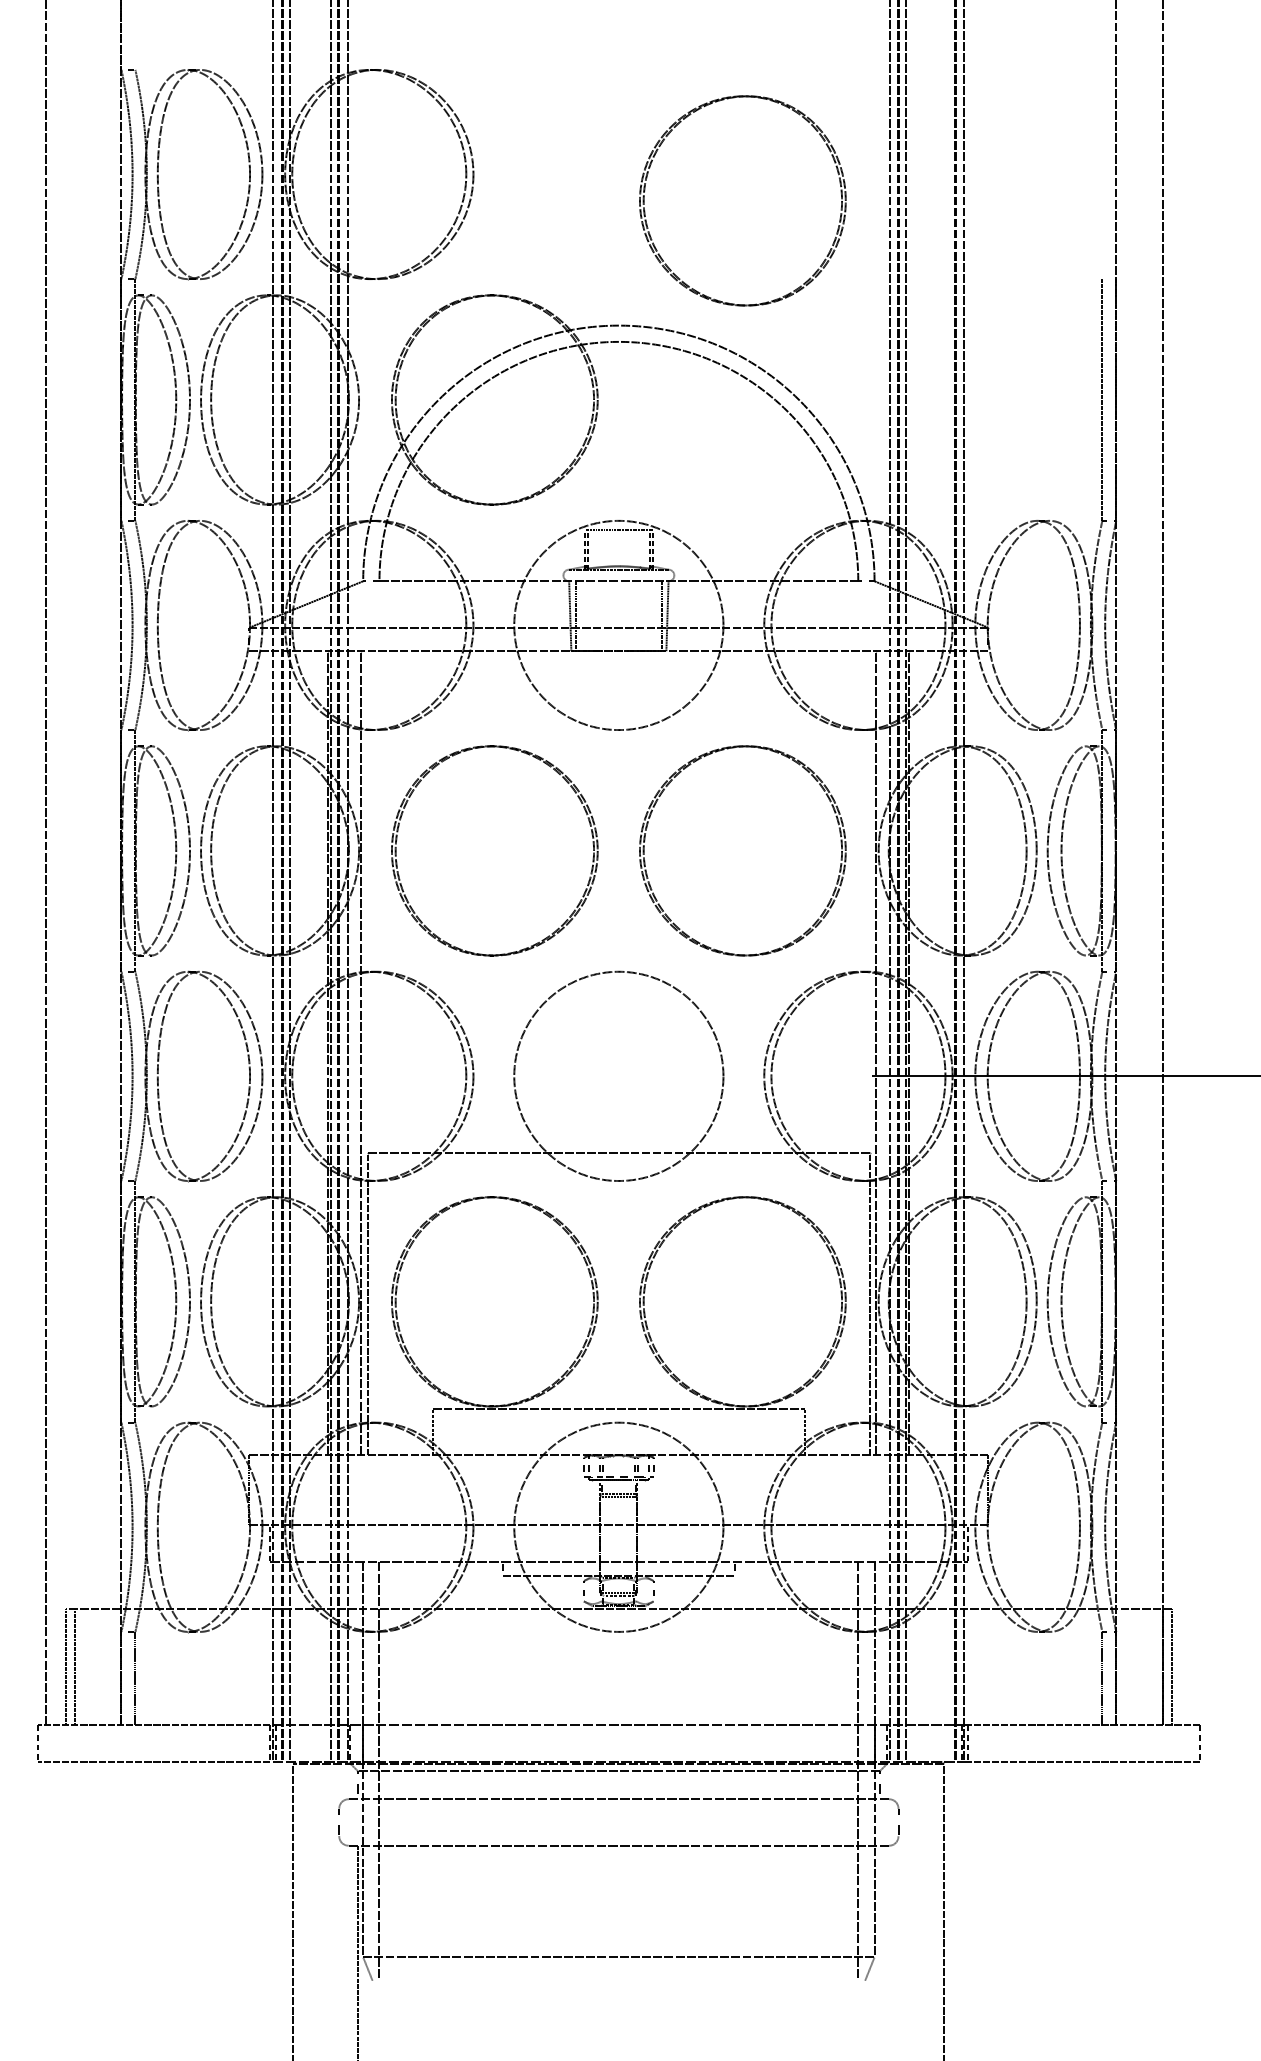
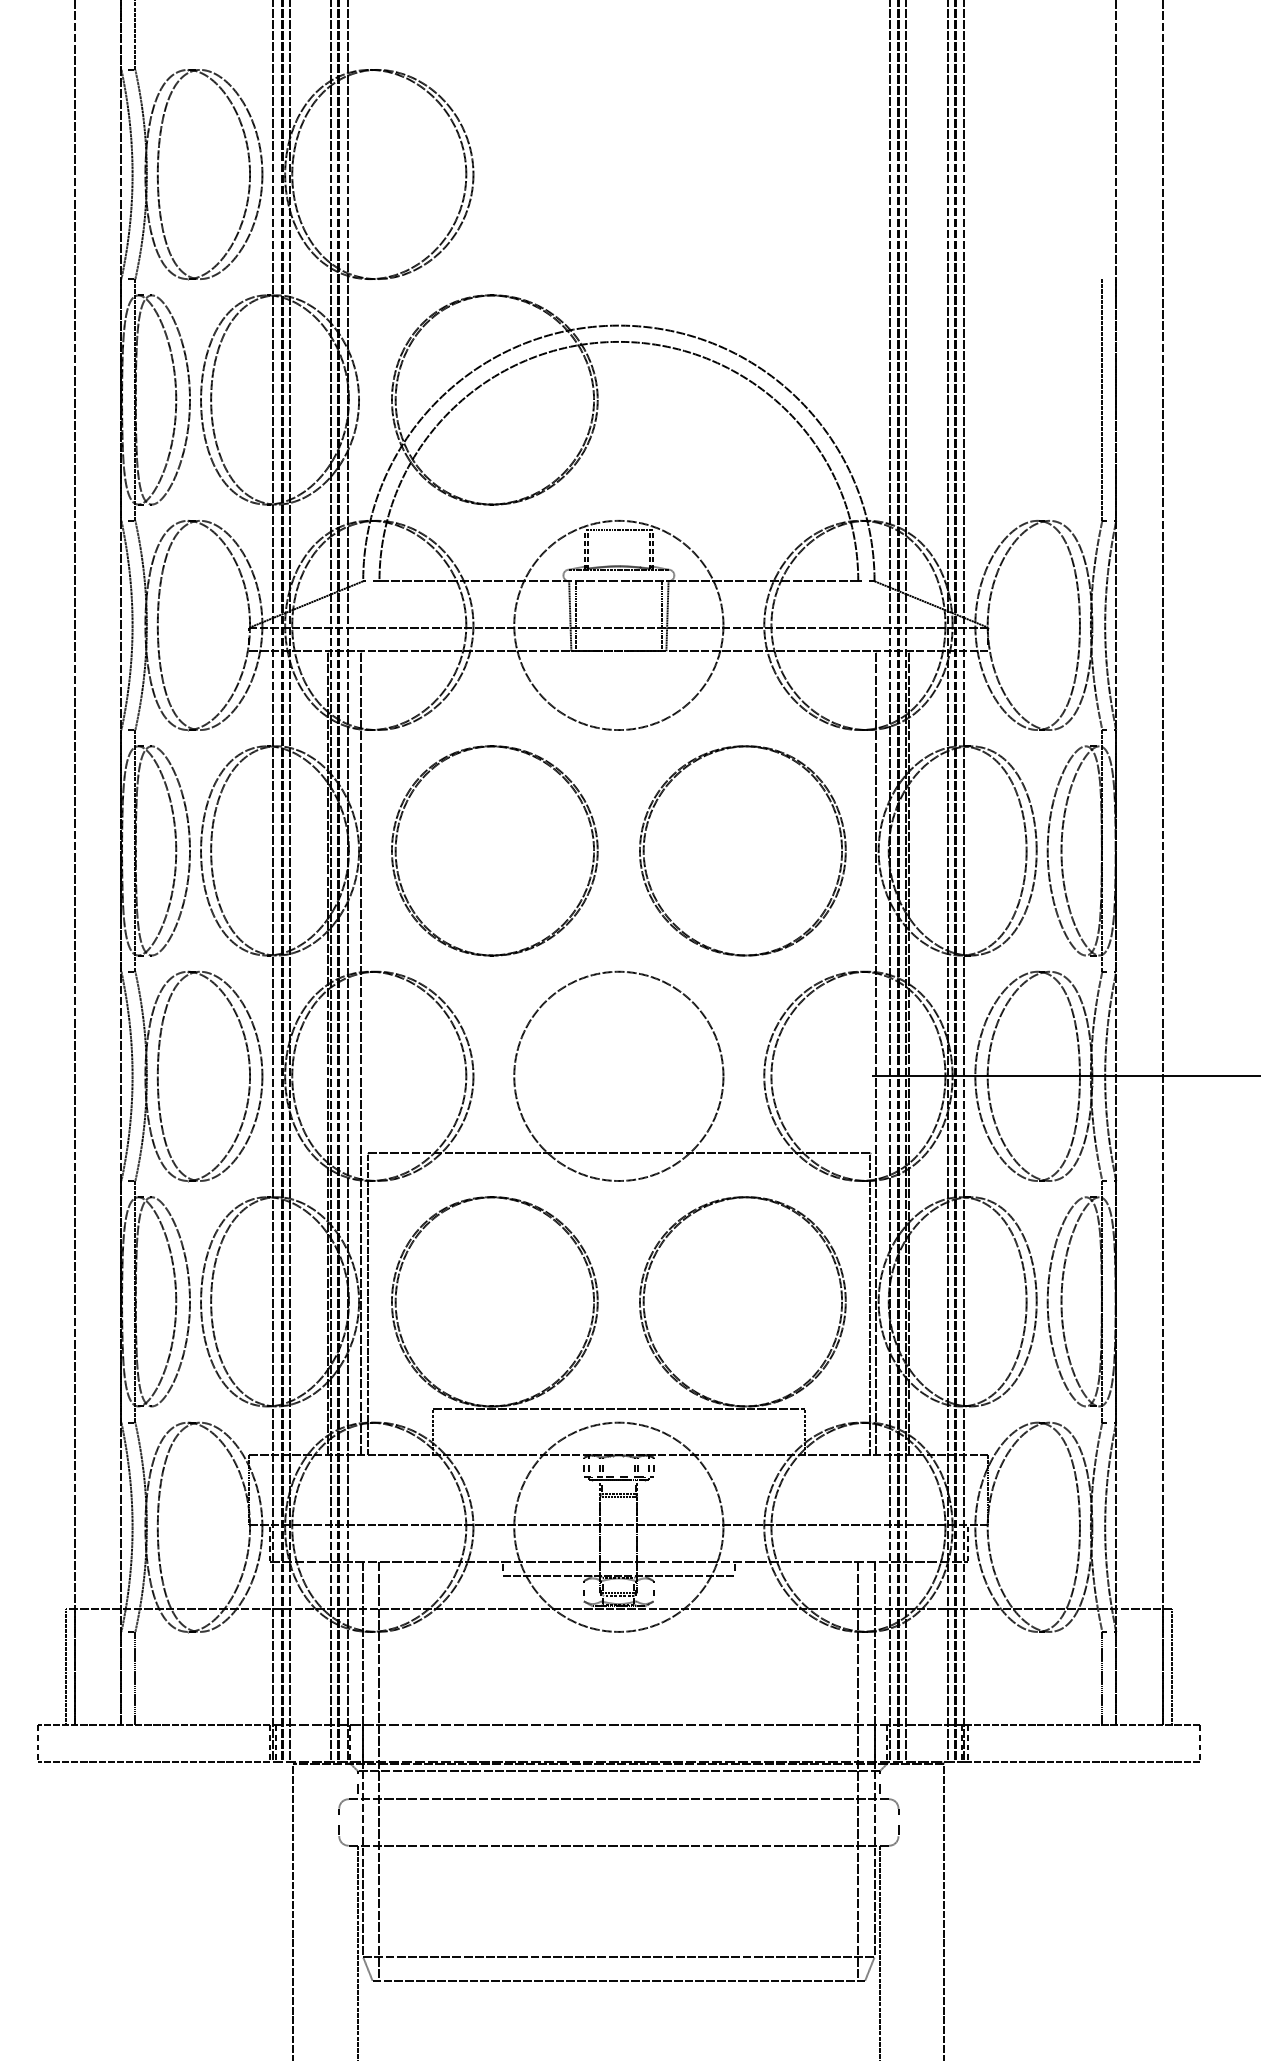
line at (135, 35): none -> present
part at (645, 191): present -> none
line at (45, 863) position: (45, 863) -> (74, 863)
line at (948, 882): none -> present
line at (879, 1951): none -> present
line at (618, 1980): none -> present
